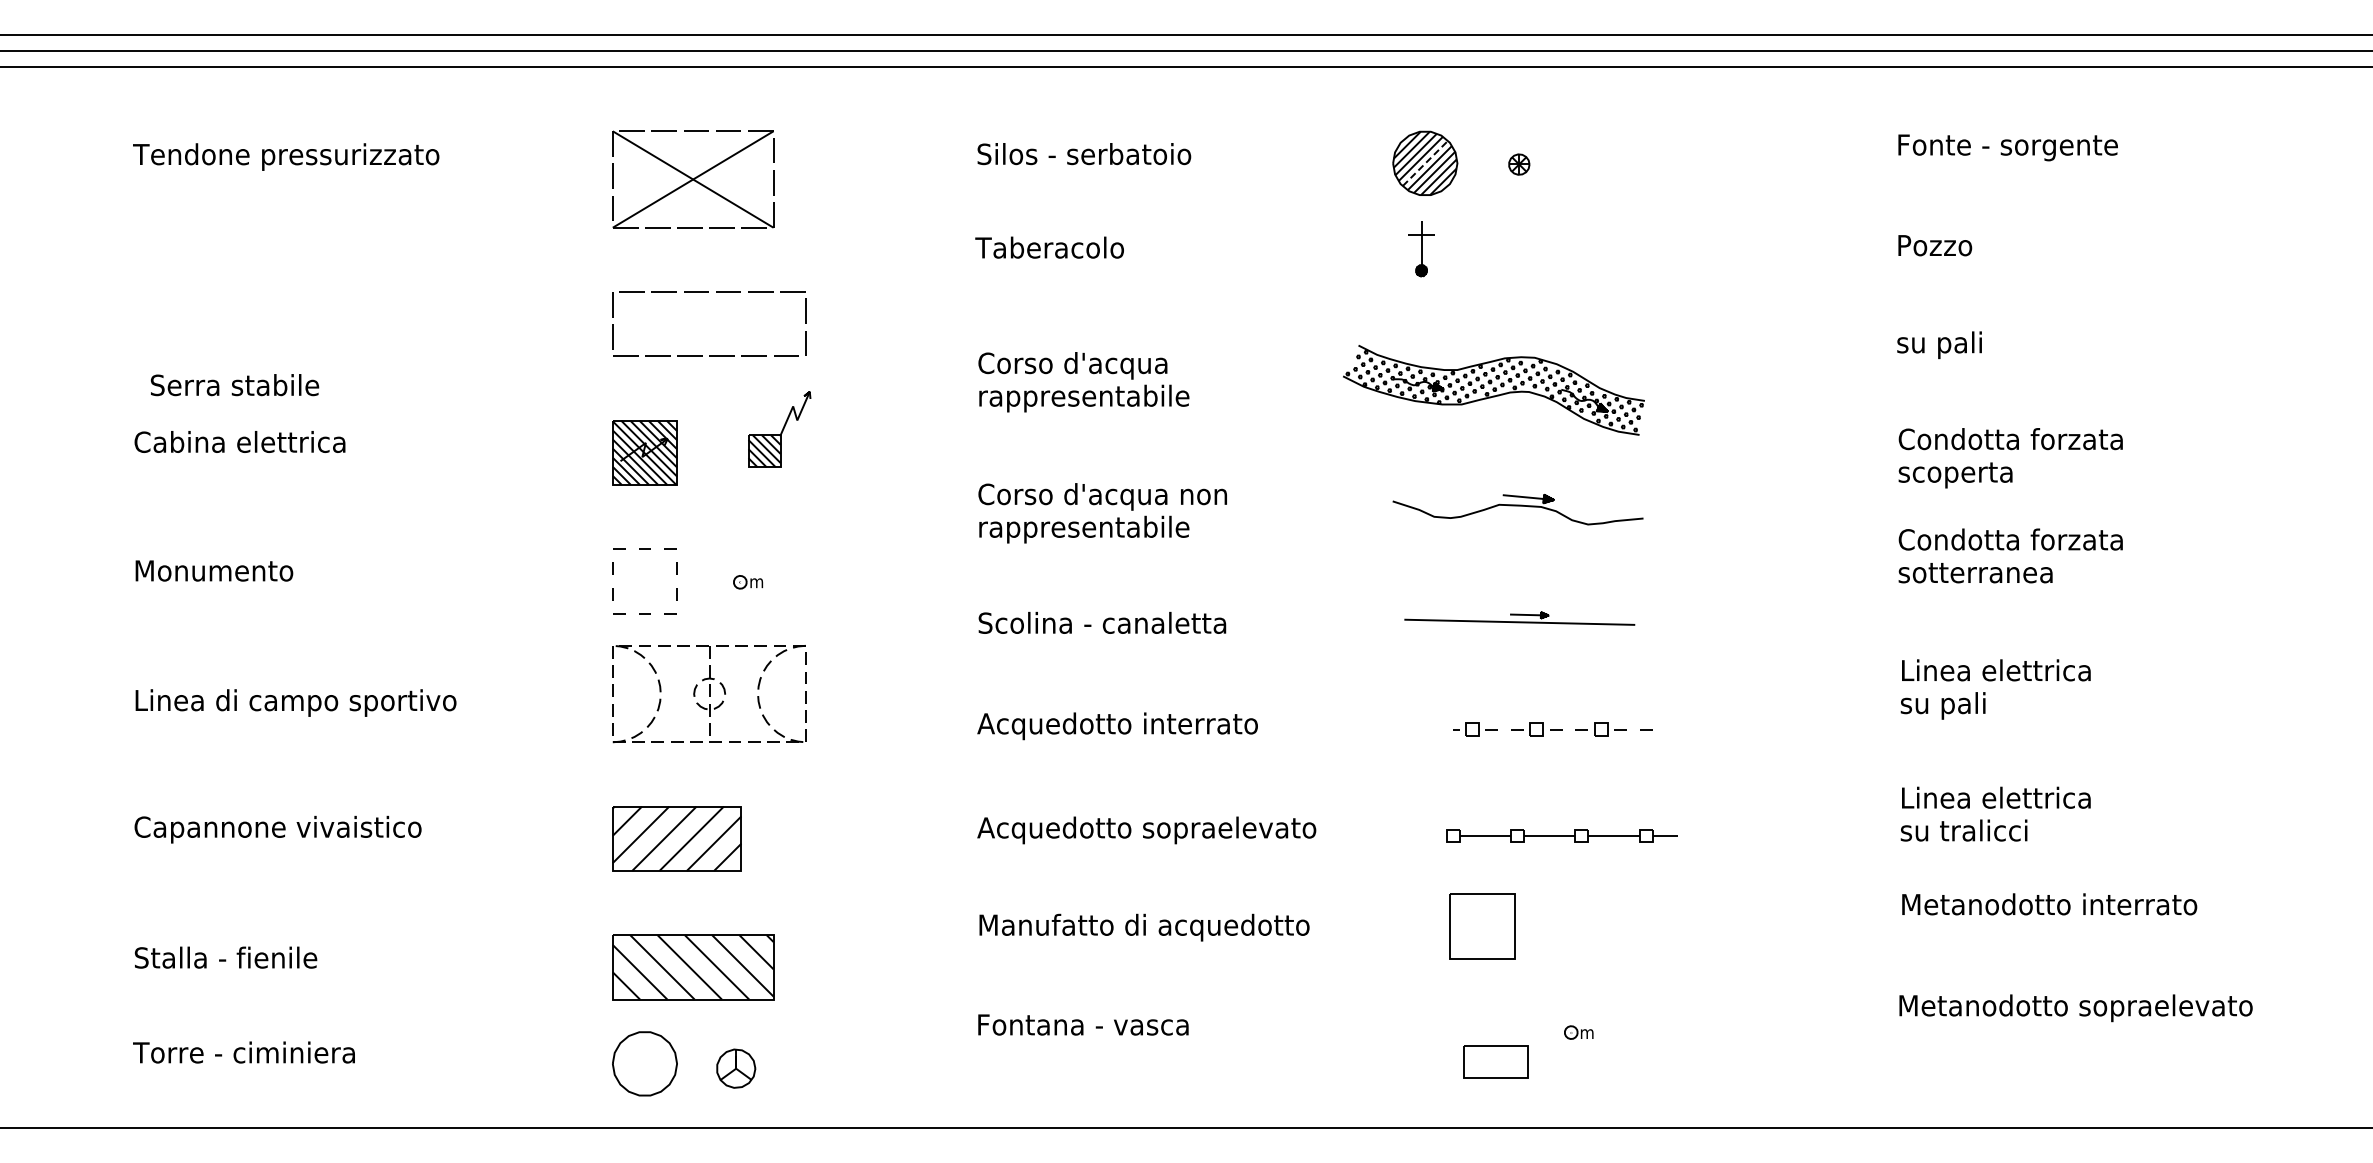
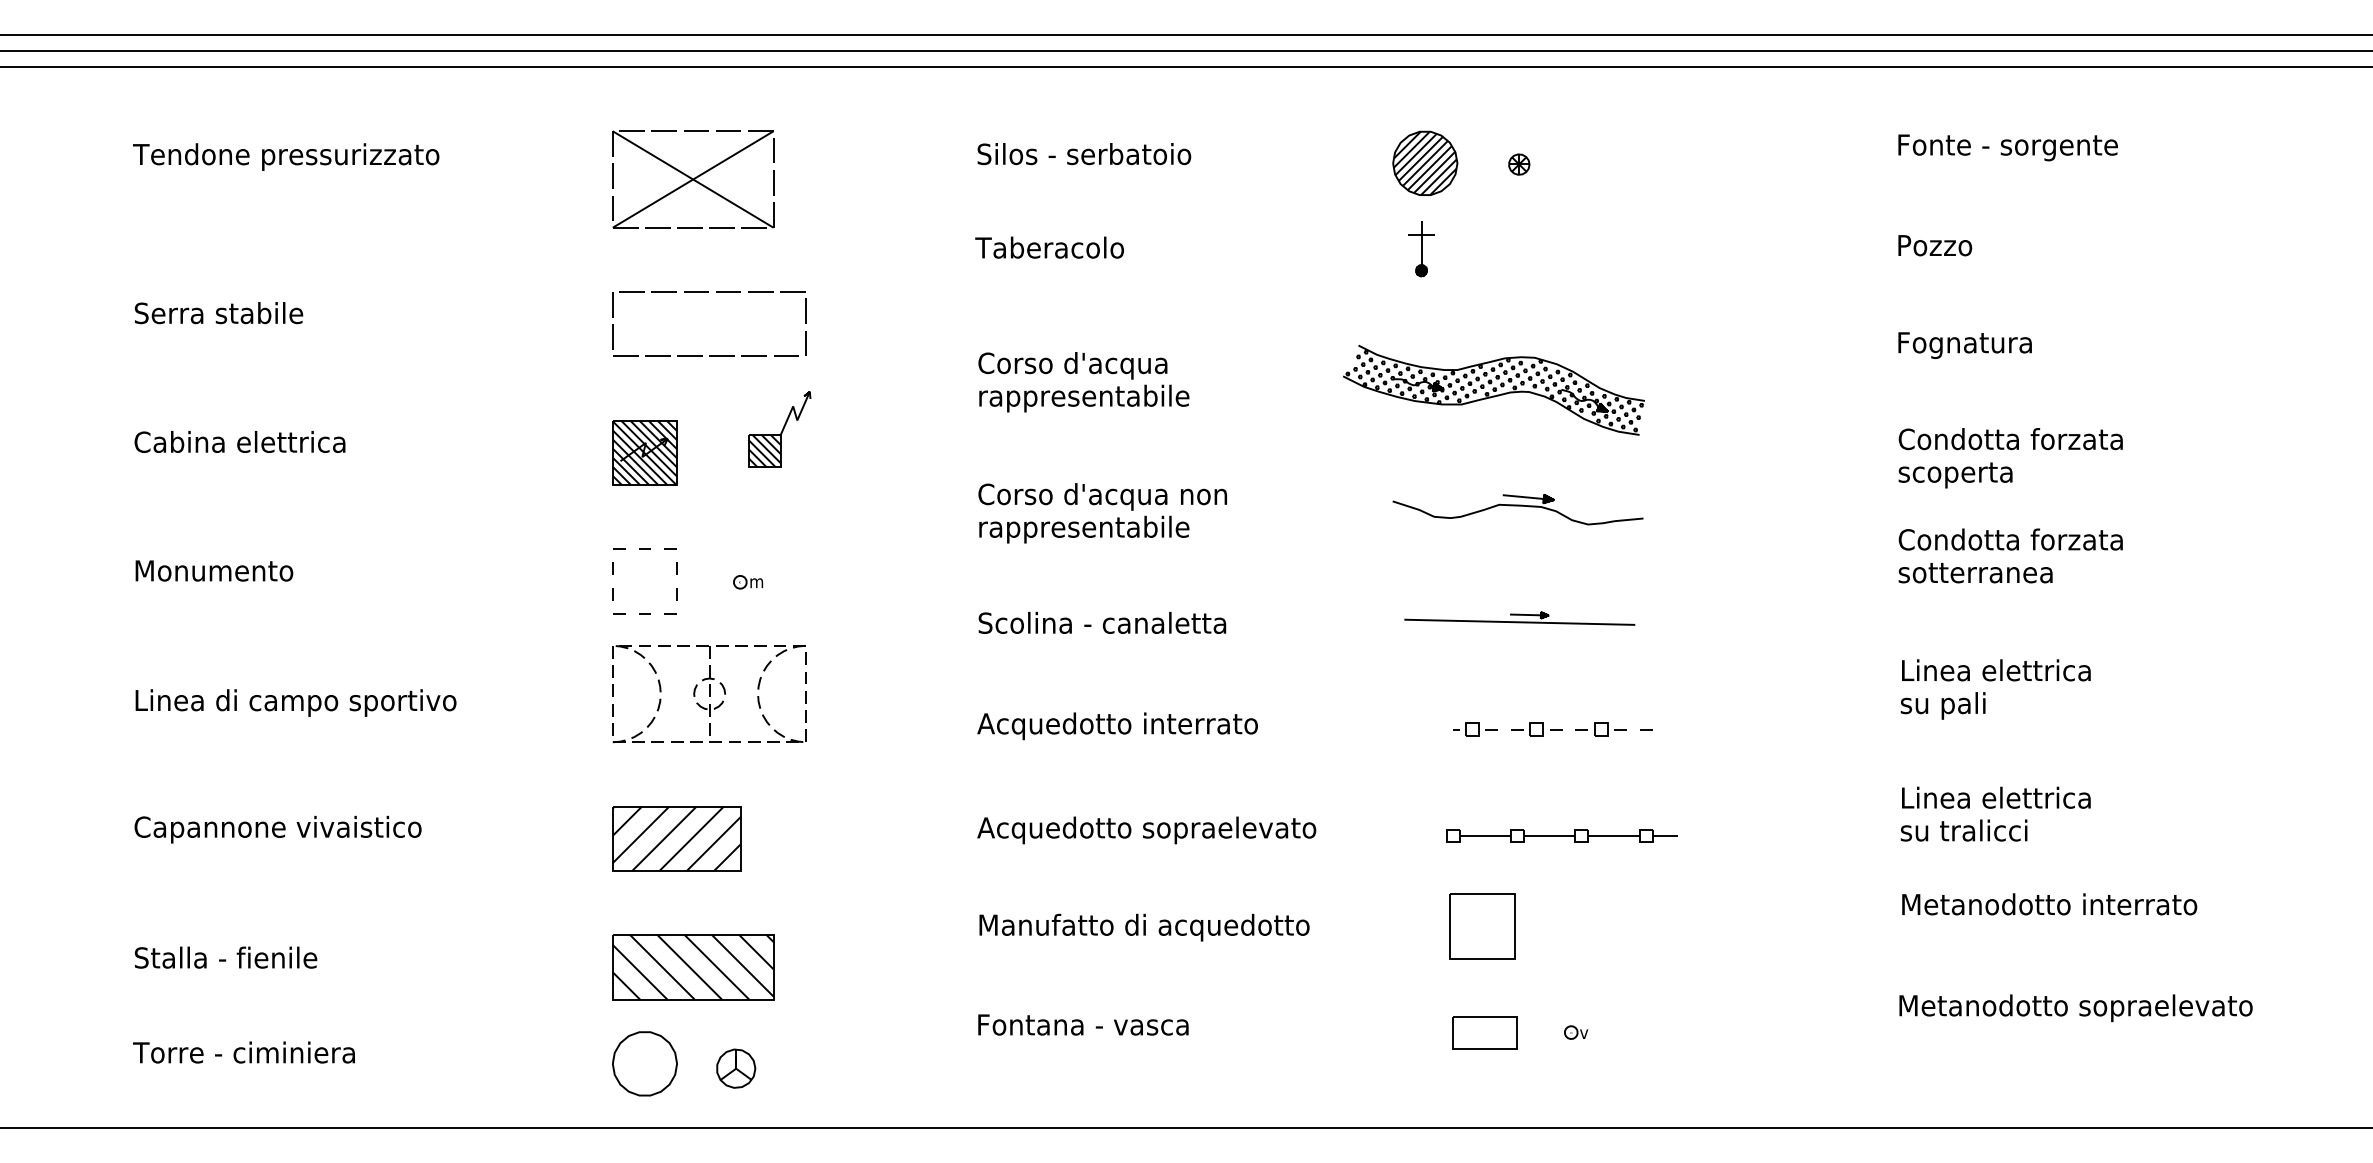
line at (1425, 163): dashed -> solid
text at (1964, 345): su pali -> Fognatura
text at (234, 385) position: (234, 385) -> (218, 313)
text at (1586, 1033): m -> v
part at (1495, 1061) position: (1495, 1061) -> (1484, 1032)
